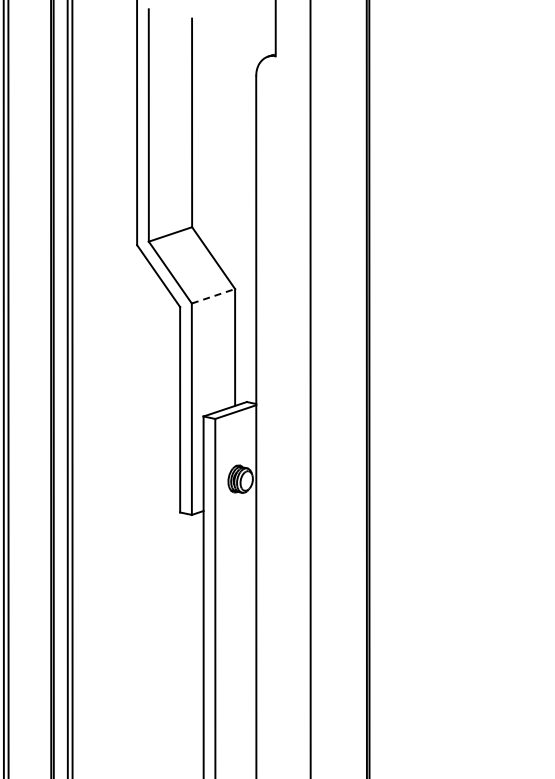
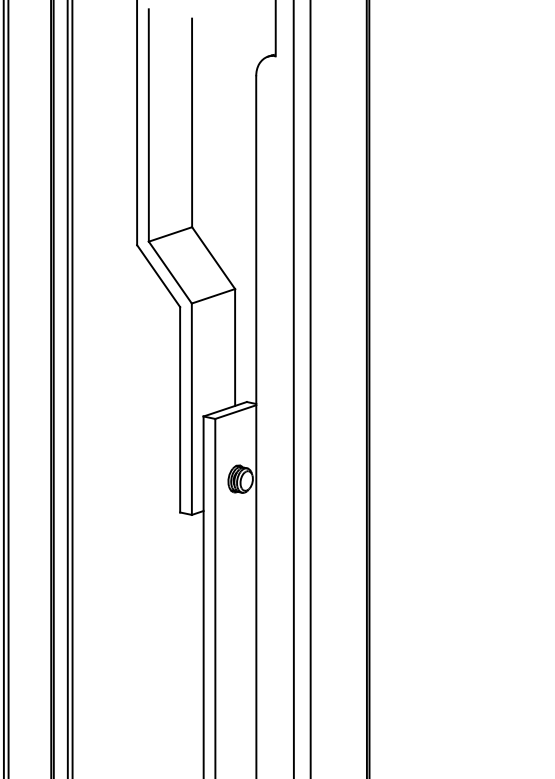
line at (213, 296): dashed -> solid
line at (293, 388): none -> present
